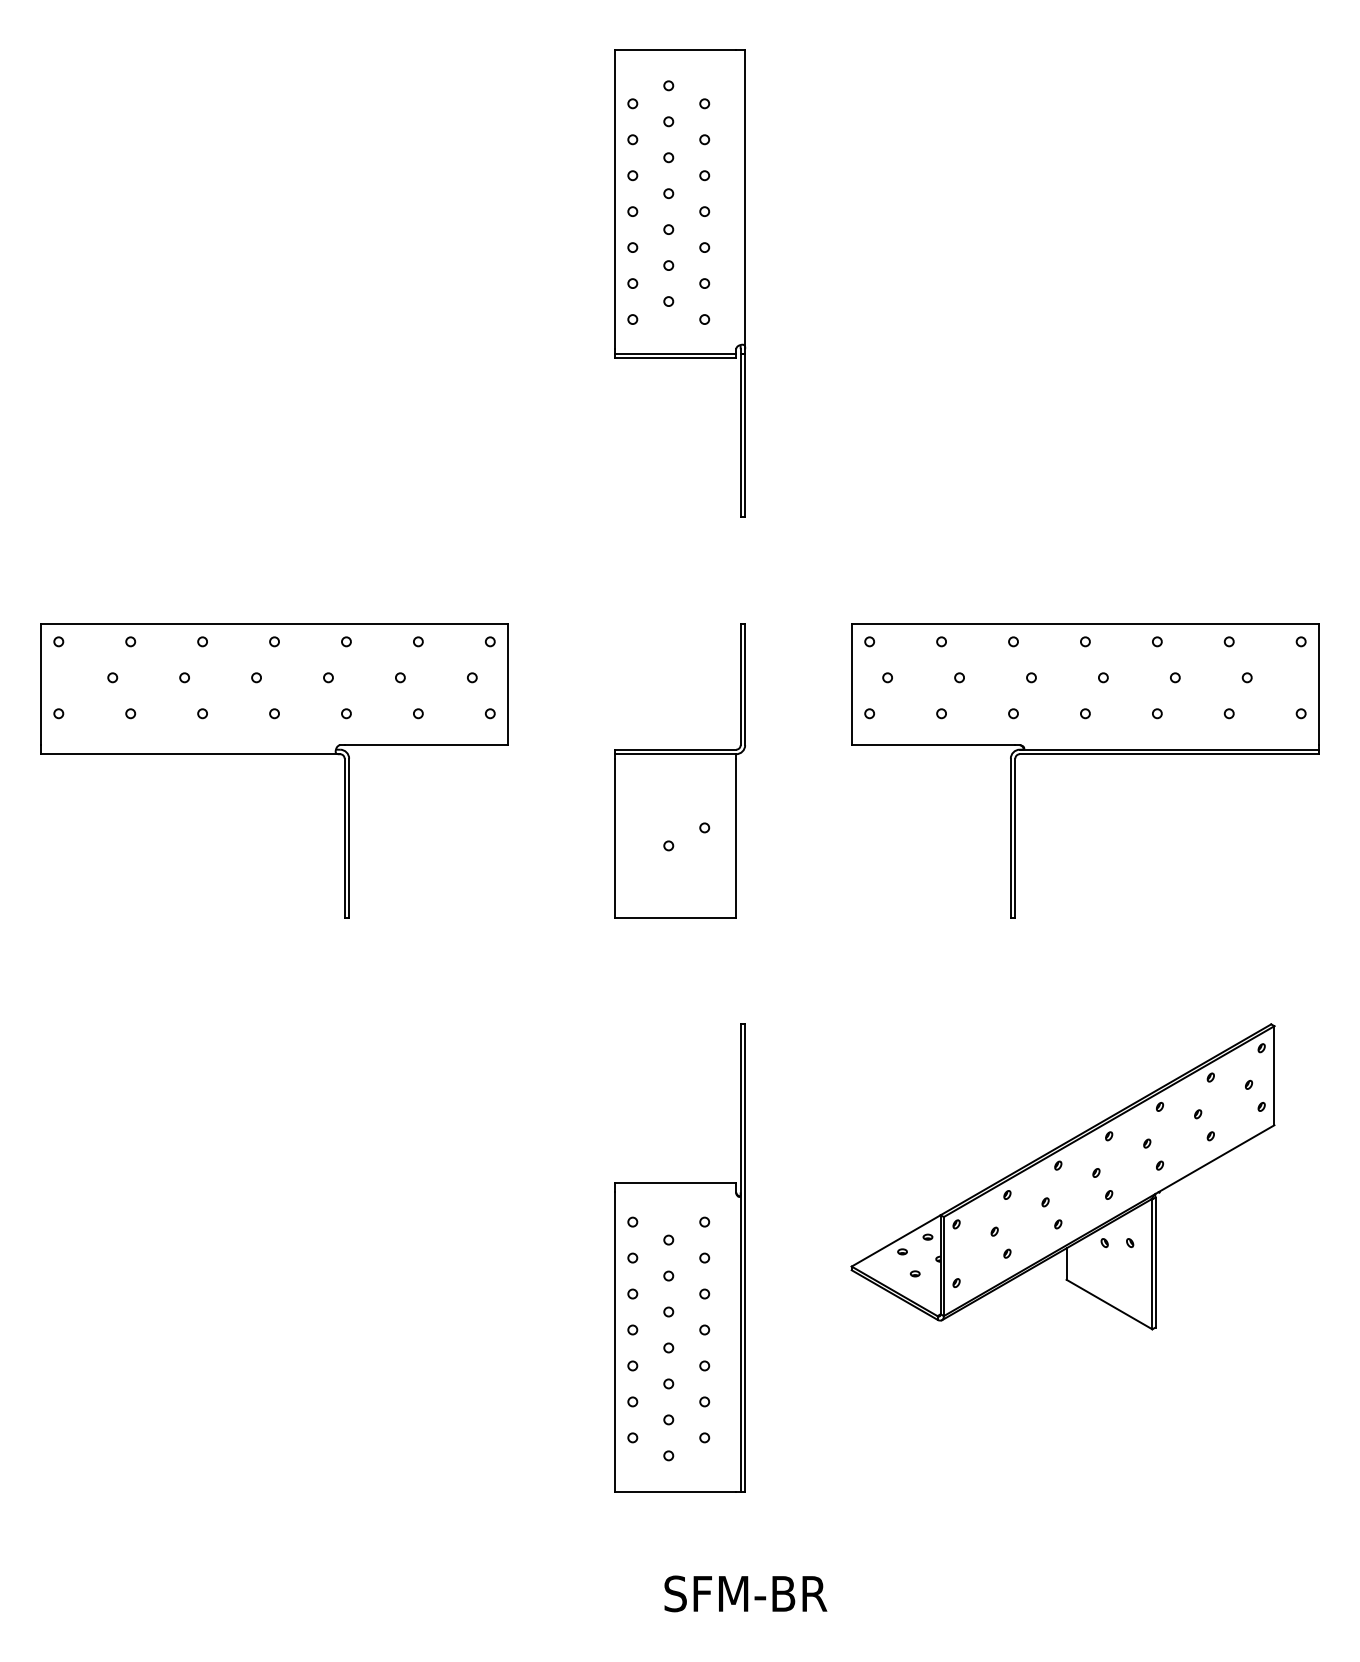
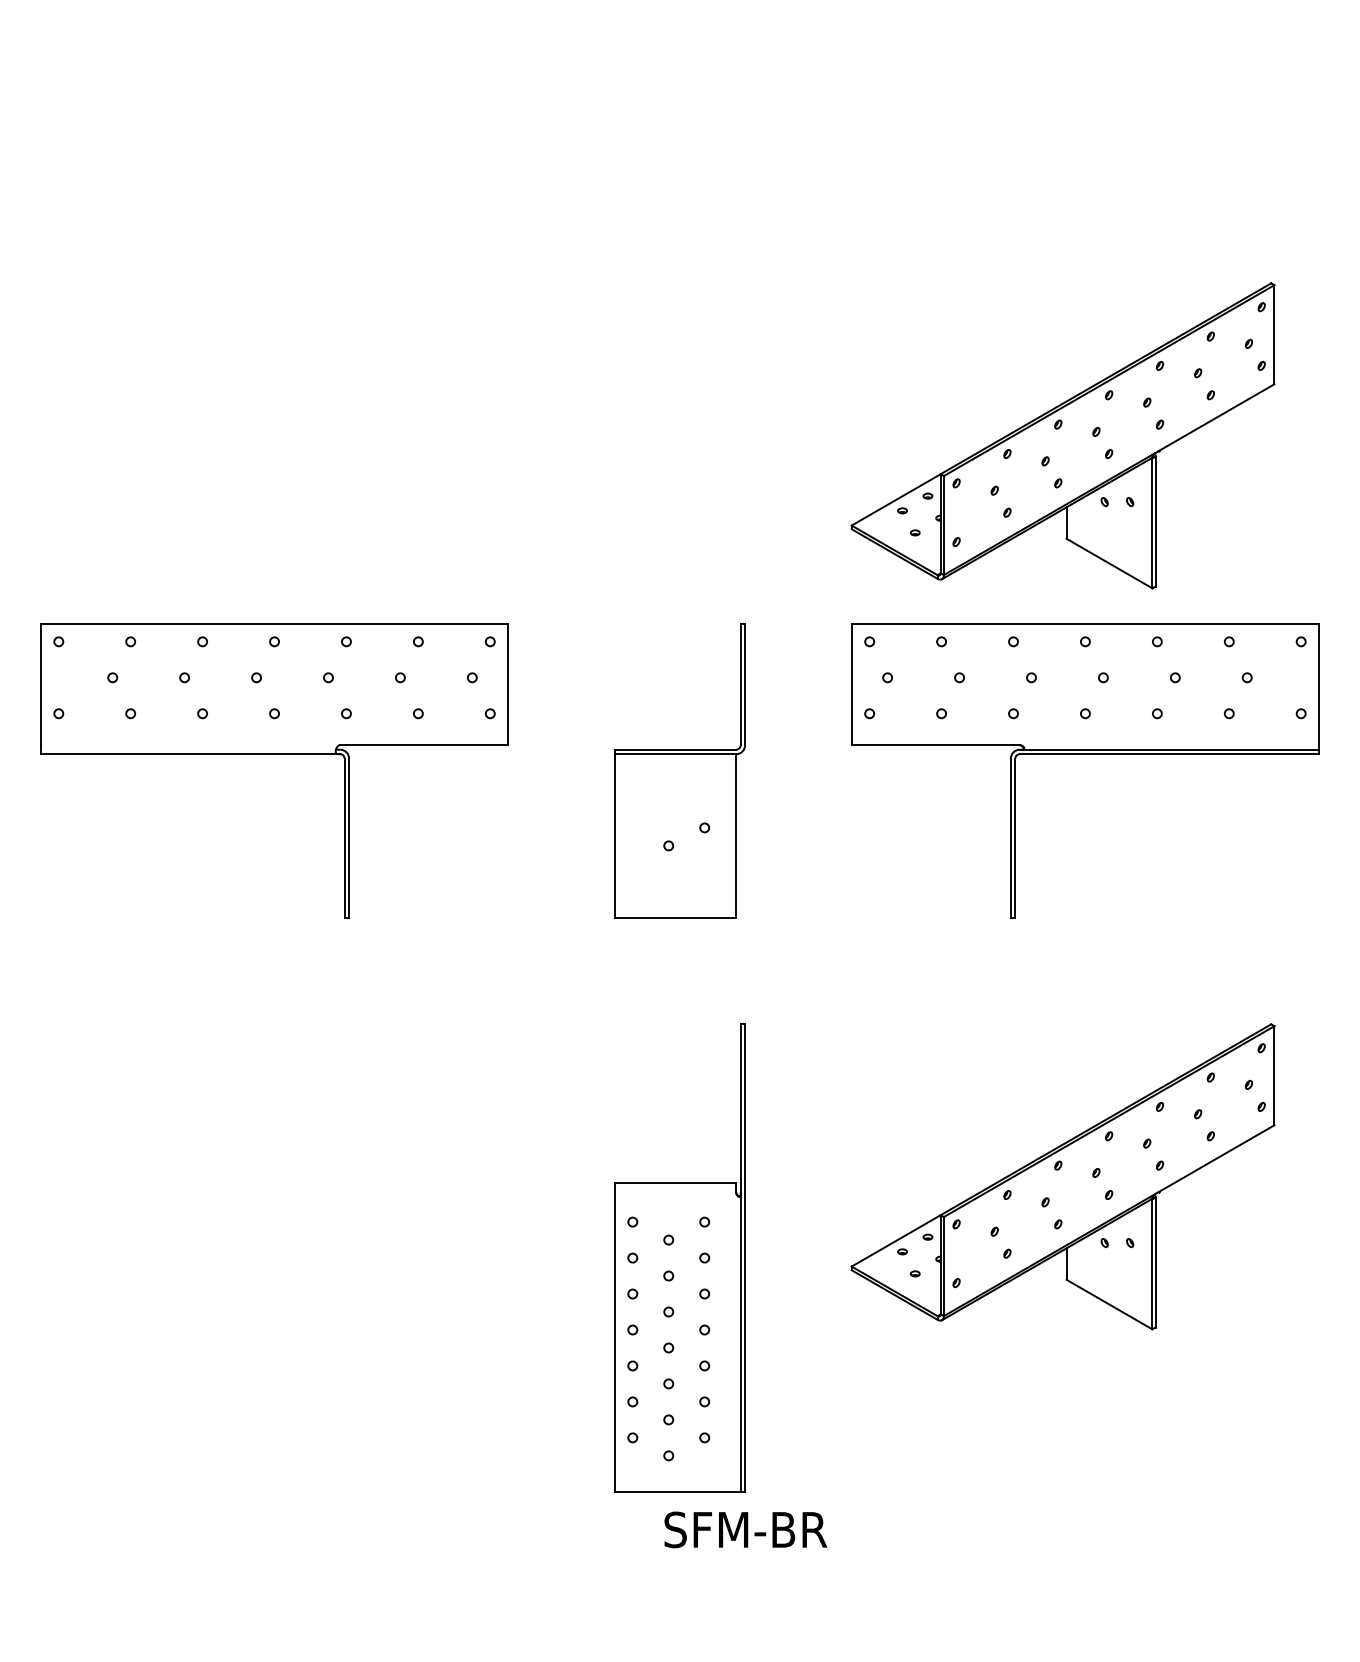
part at (680, 283): present -> none
part at (1062, 435): none -> present
text at (745, 1593) position: (745, 1593) -> (745, 1529)
